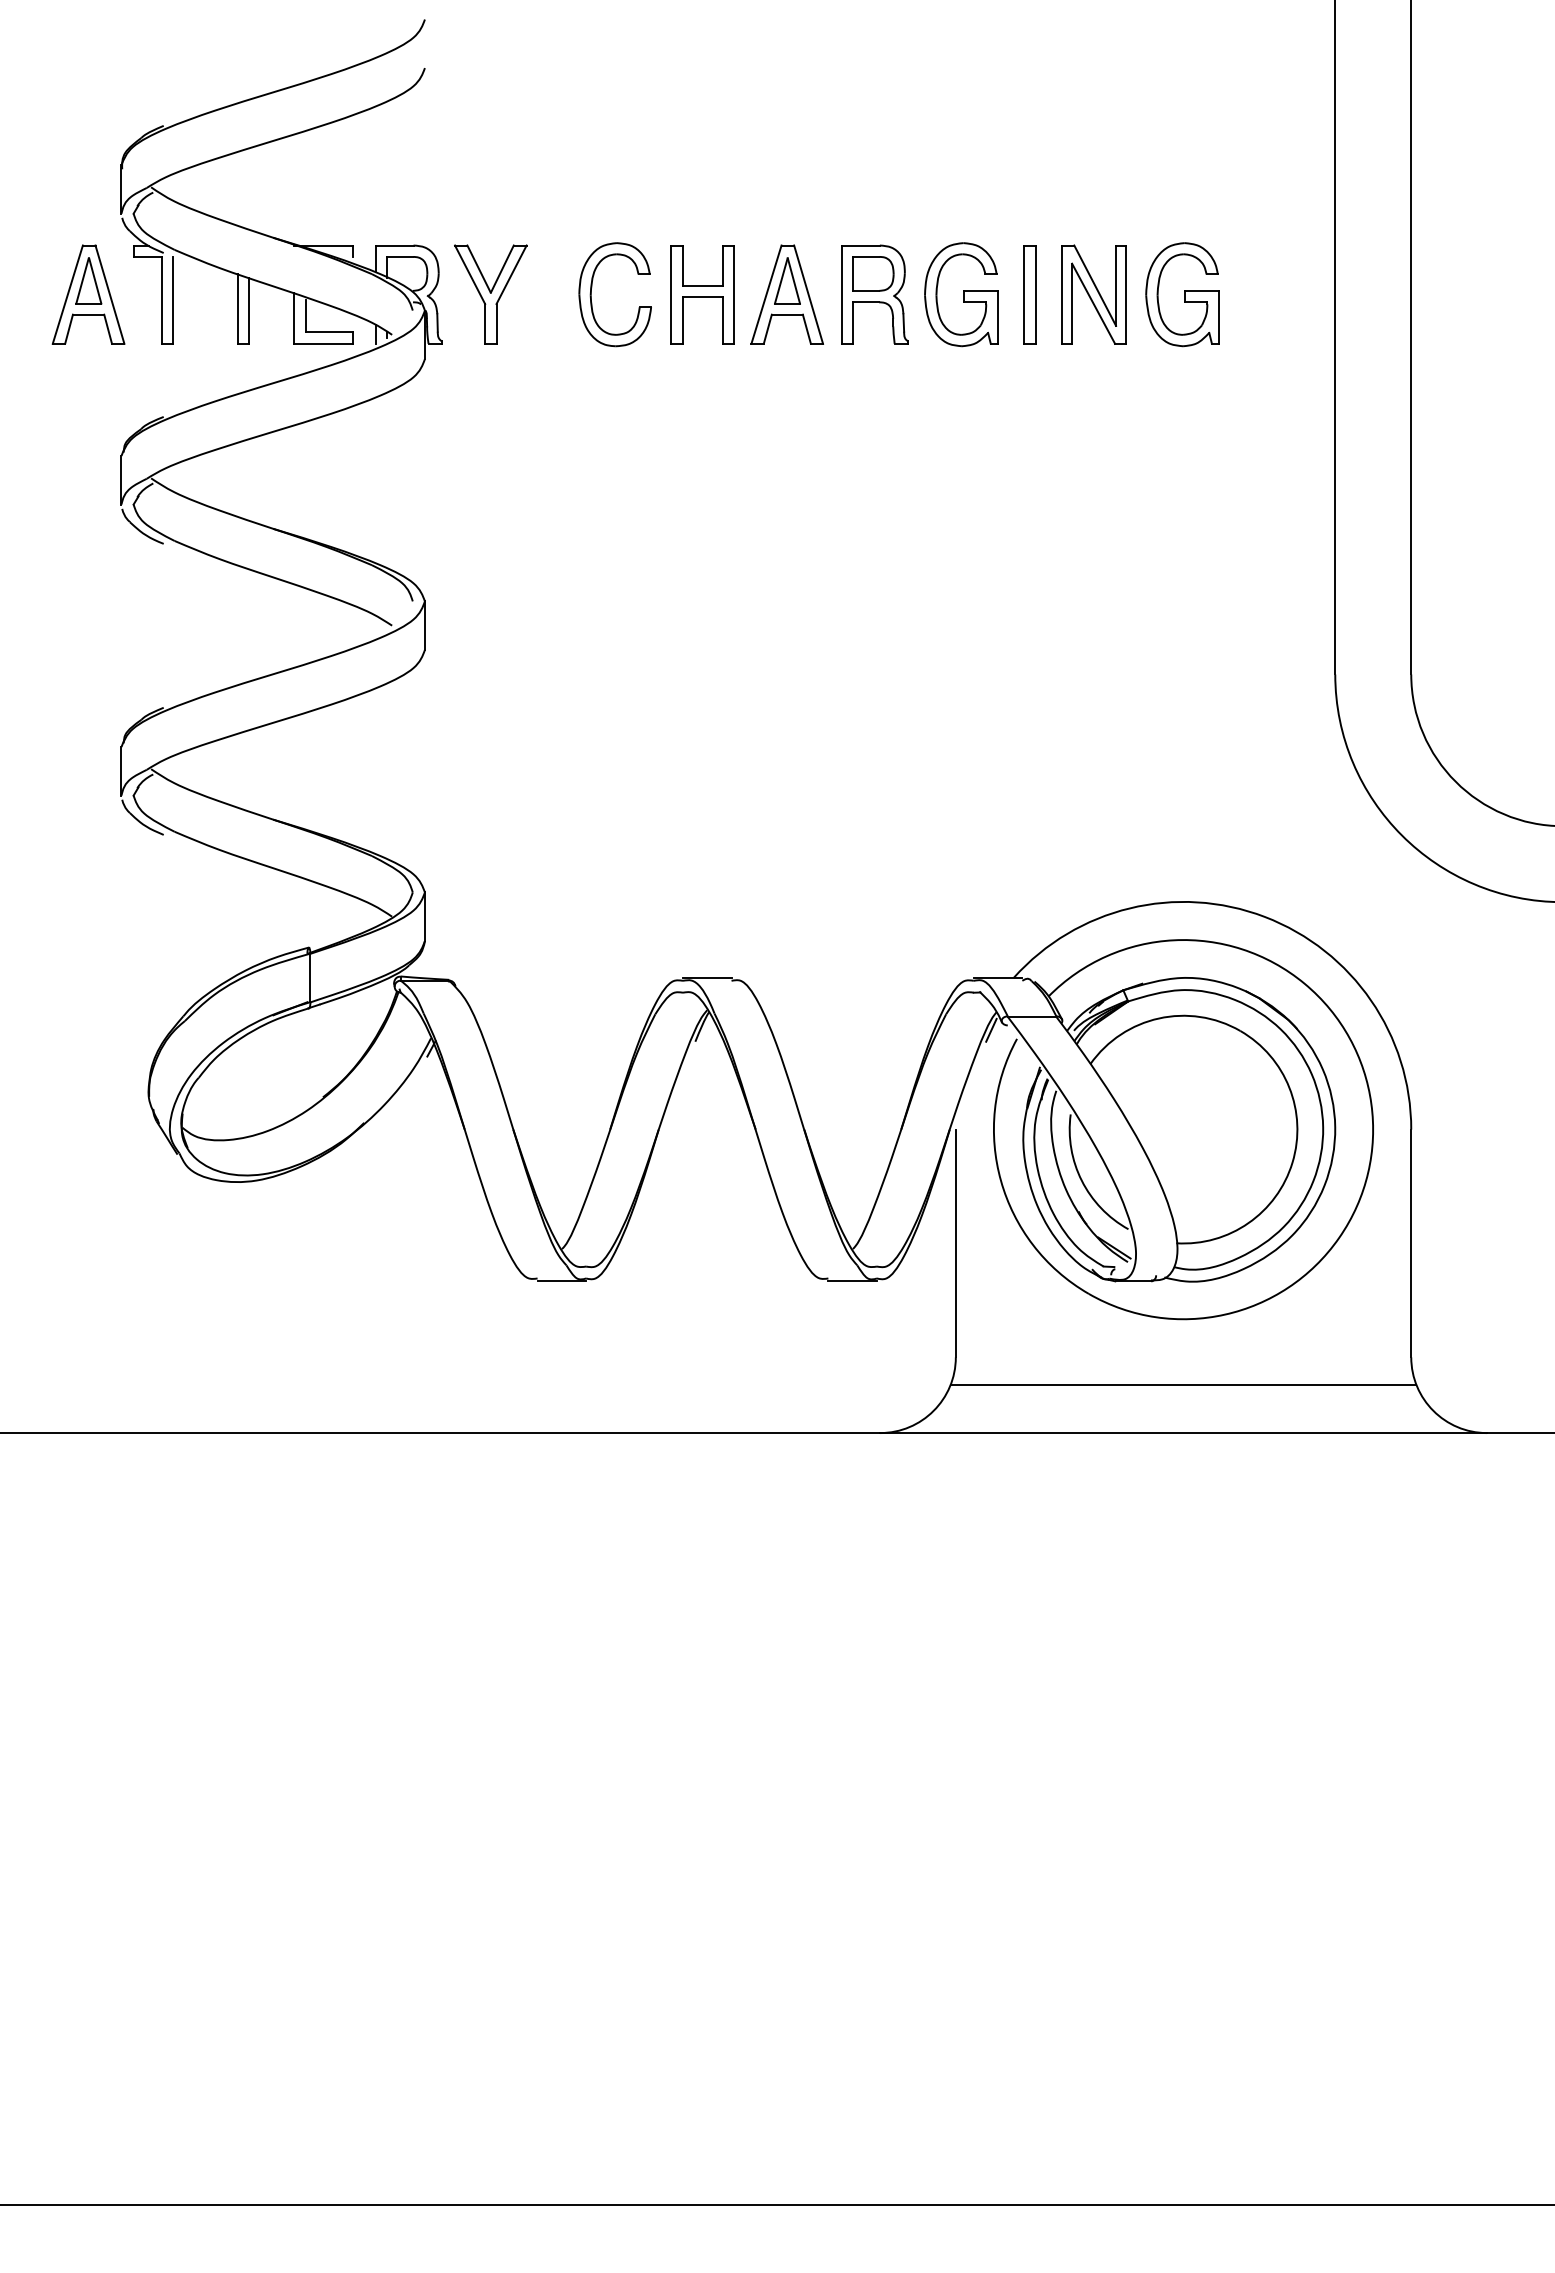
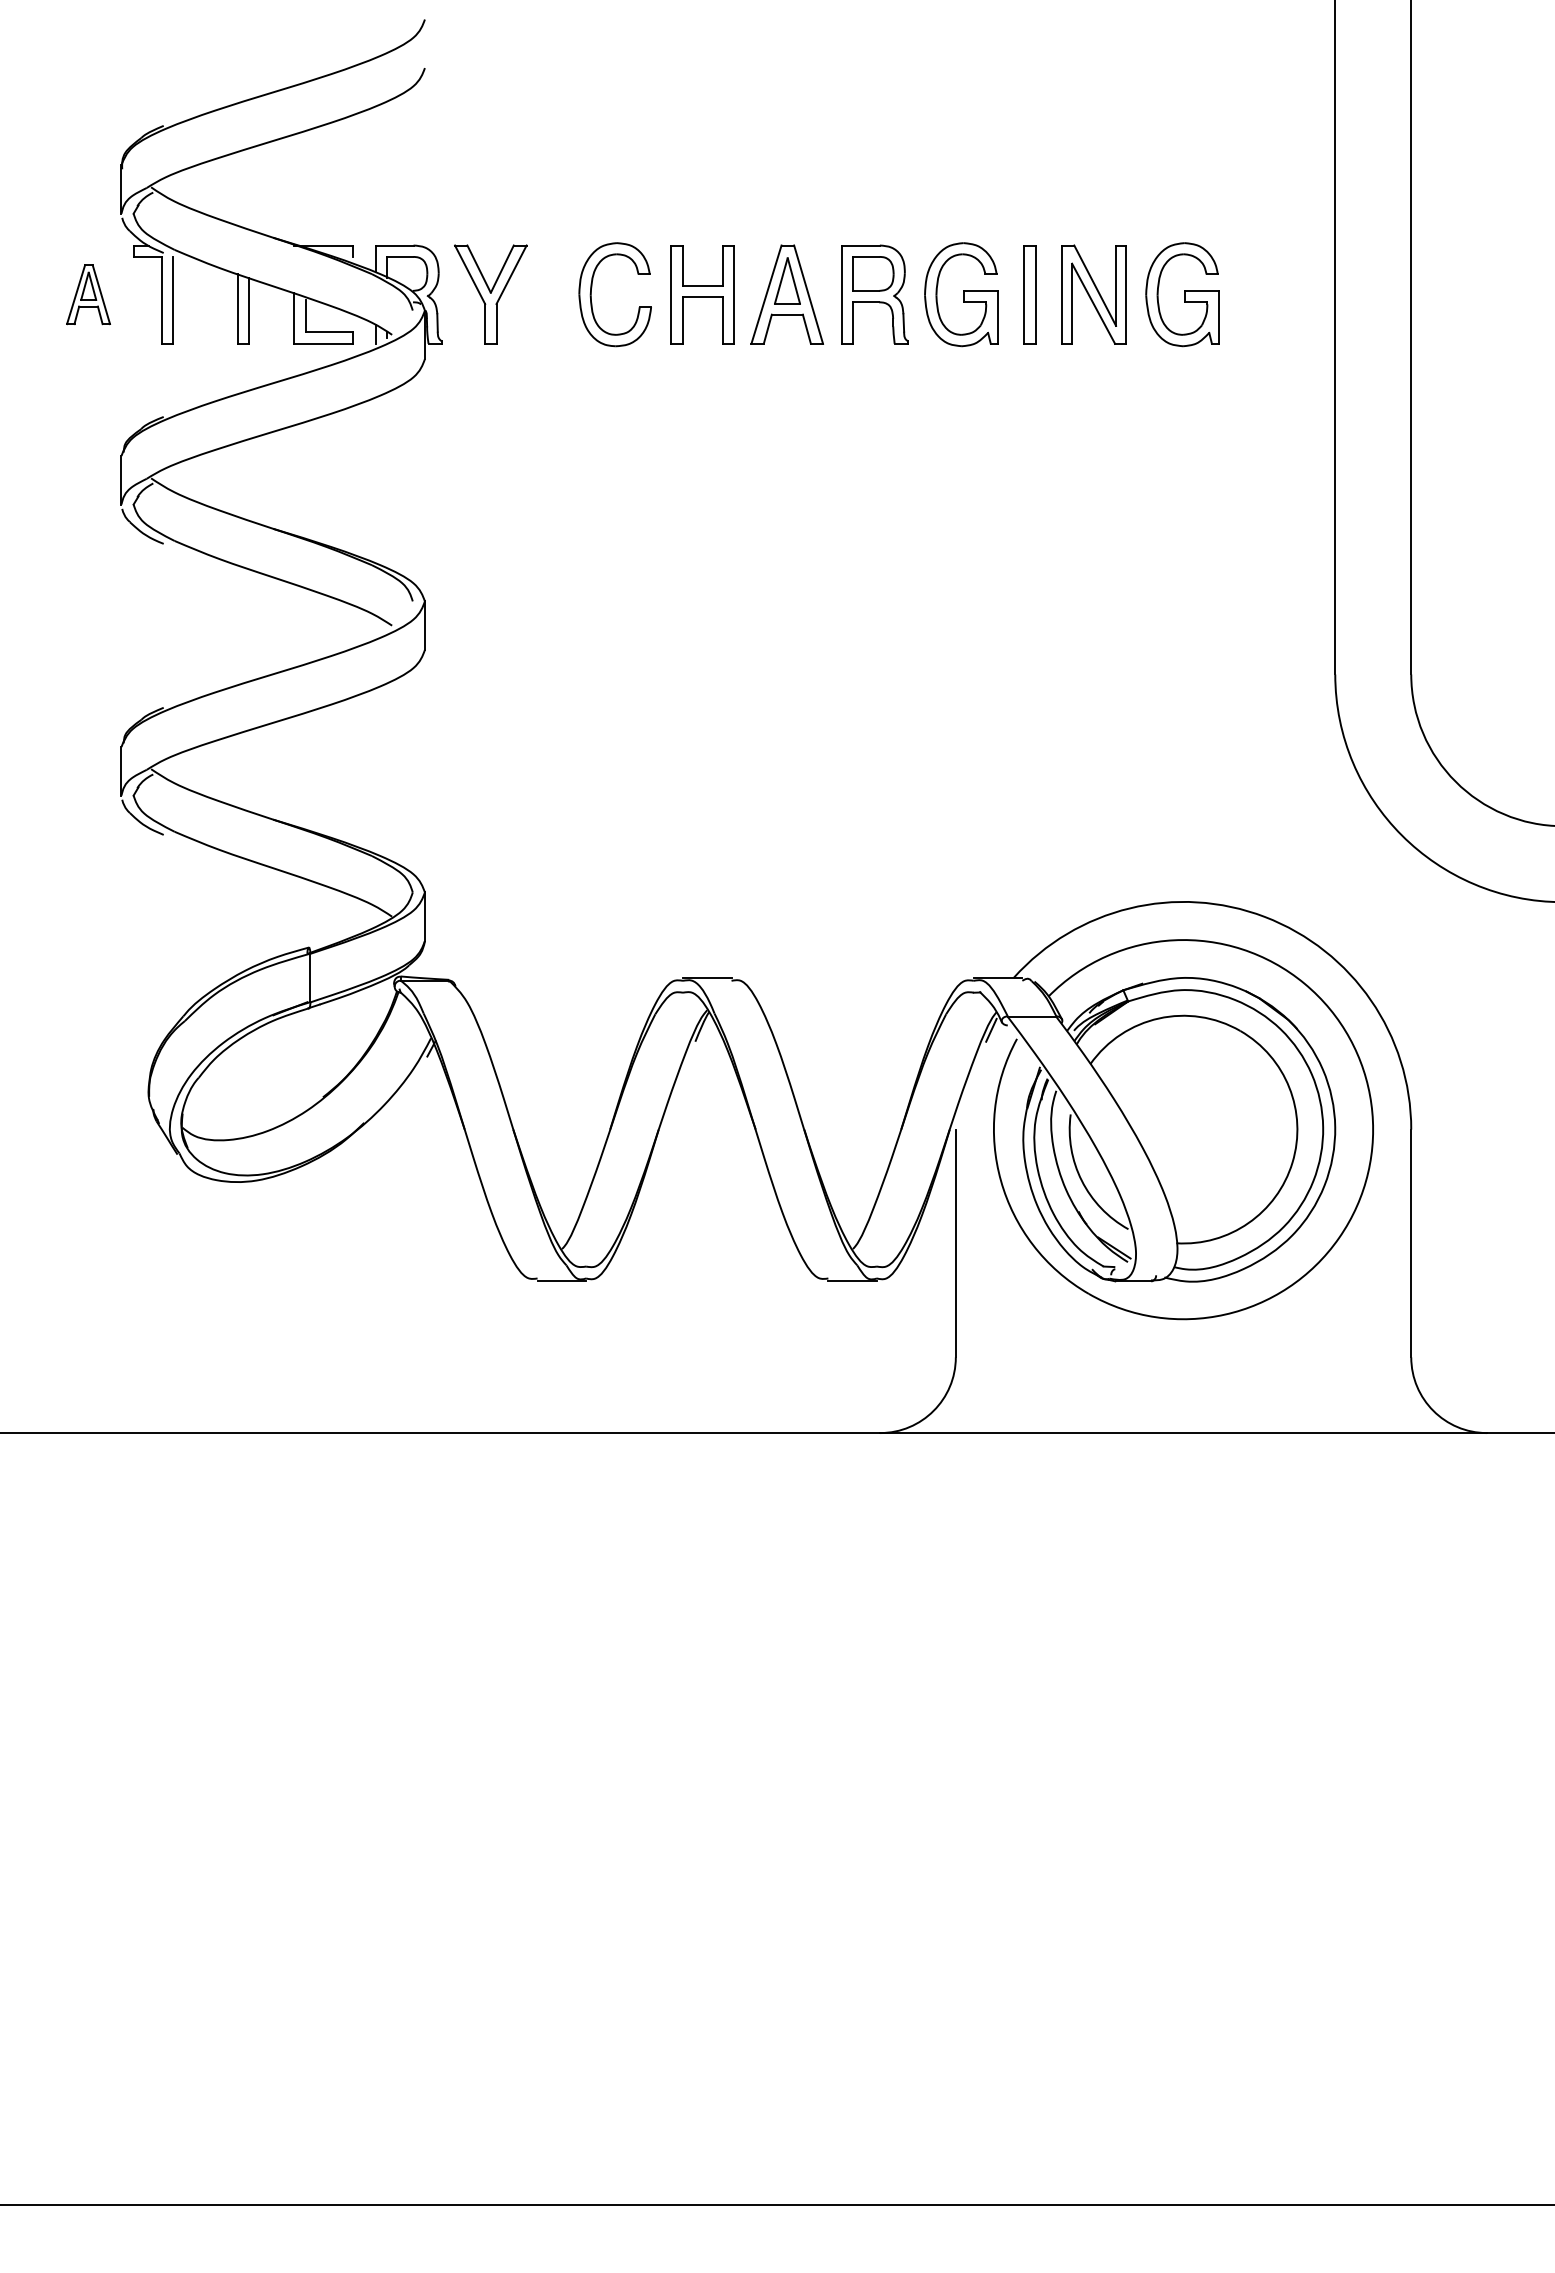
part at (88, 294) size: 75x101 px -> 45x62 px
line at (1183, 1384): present -> none
